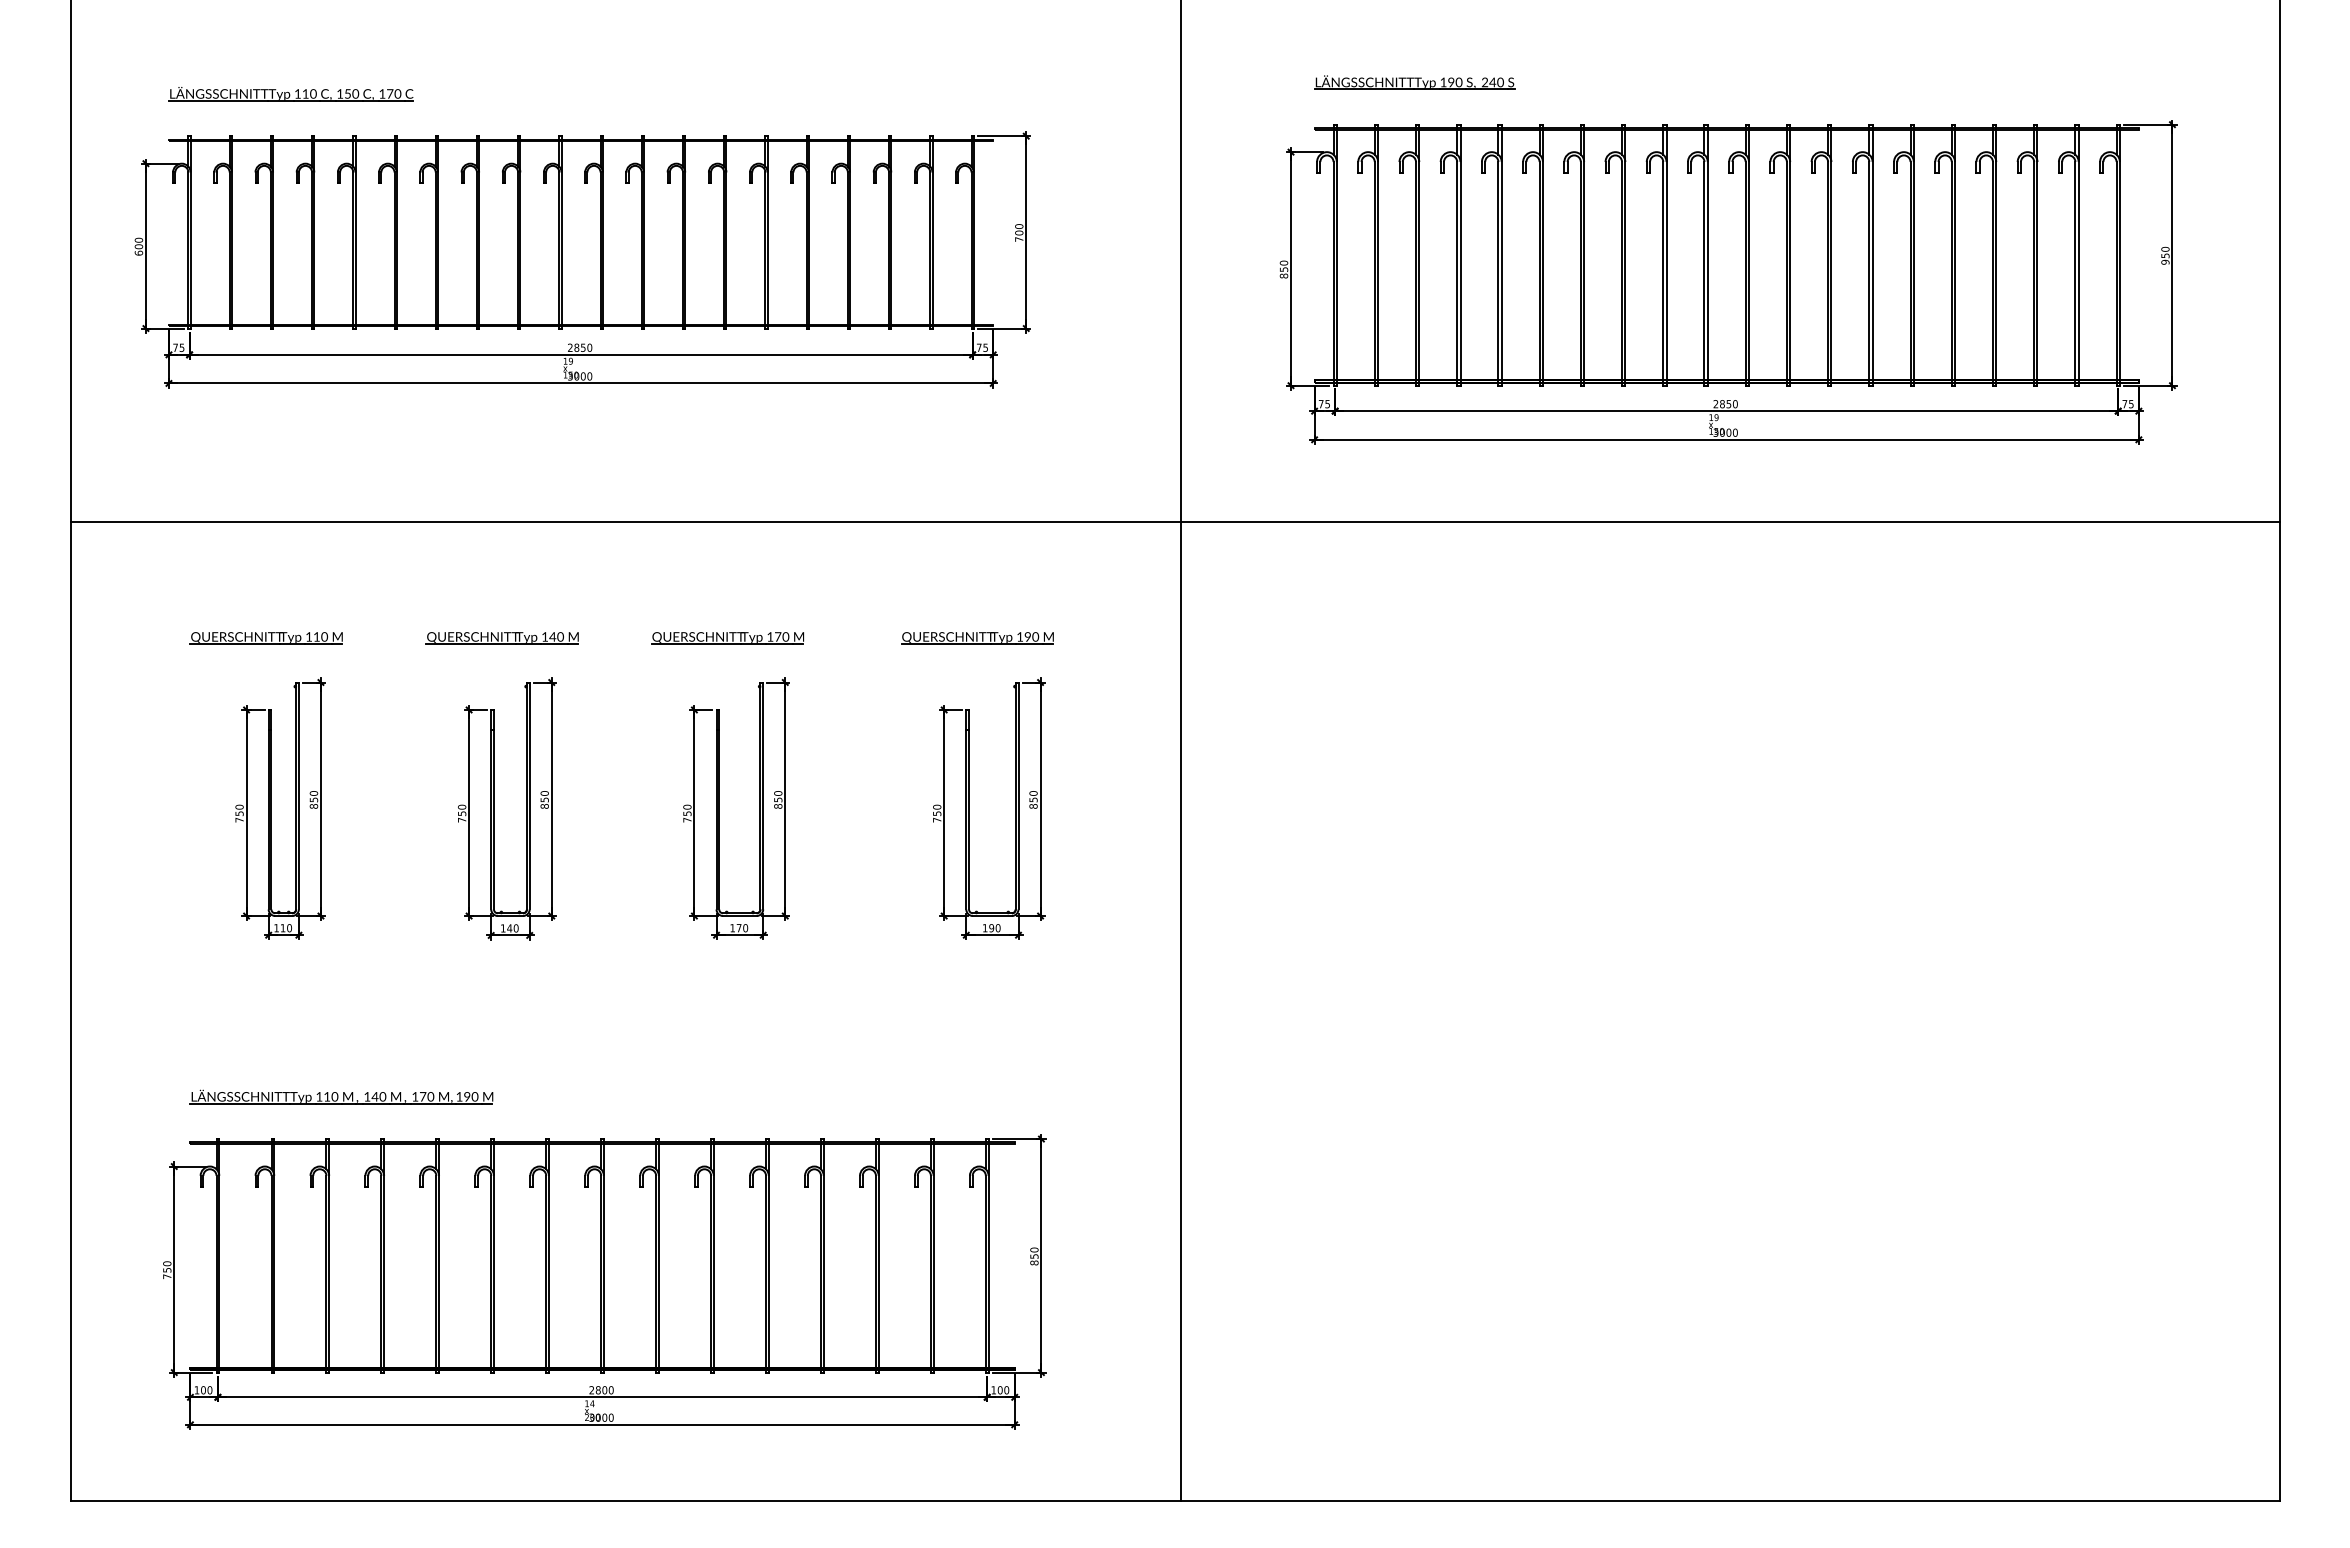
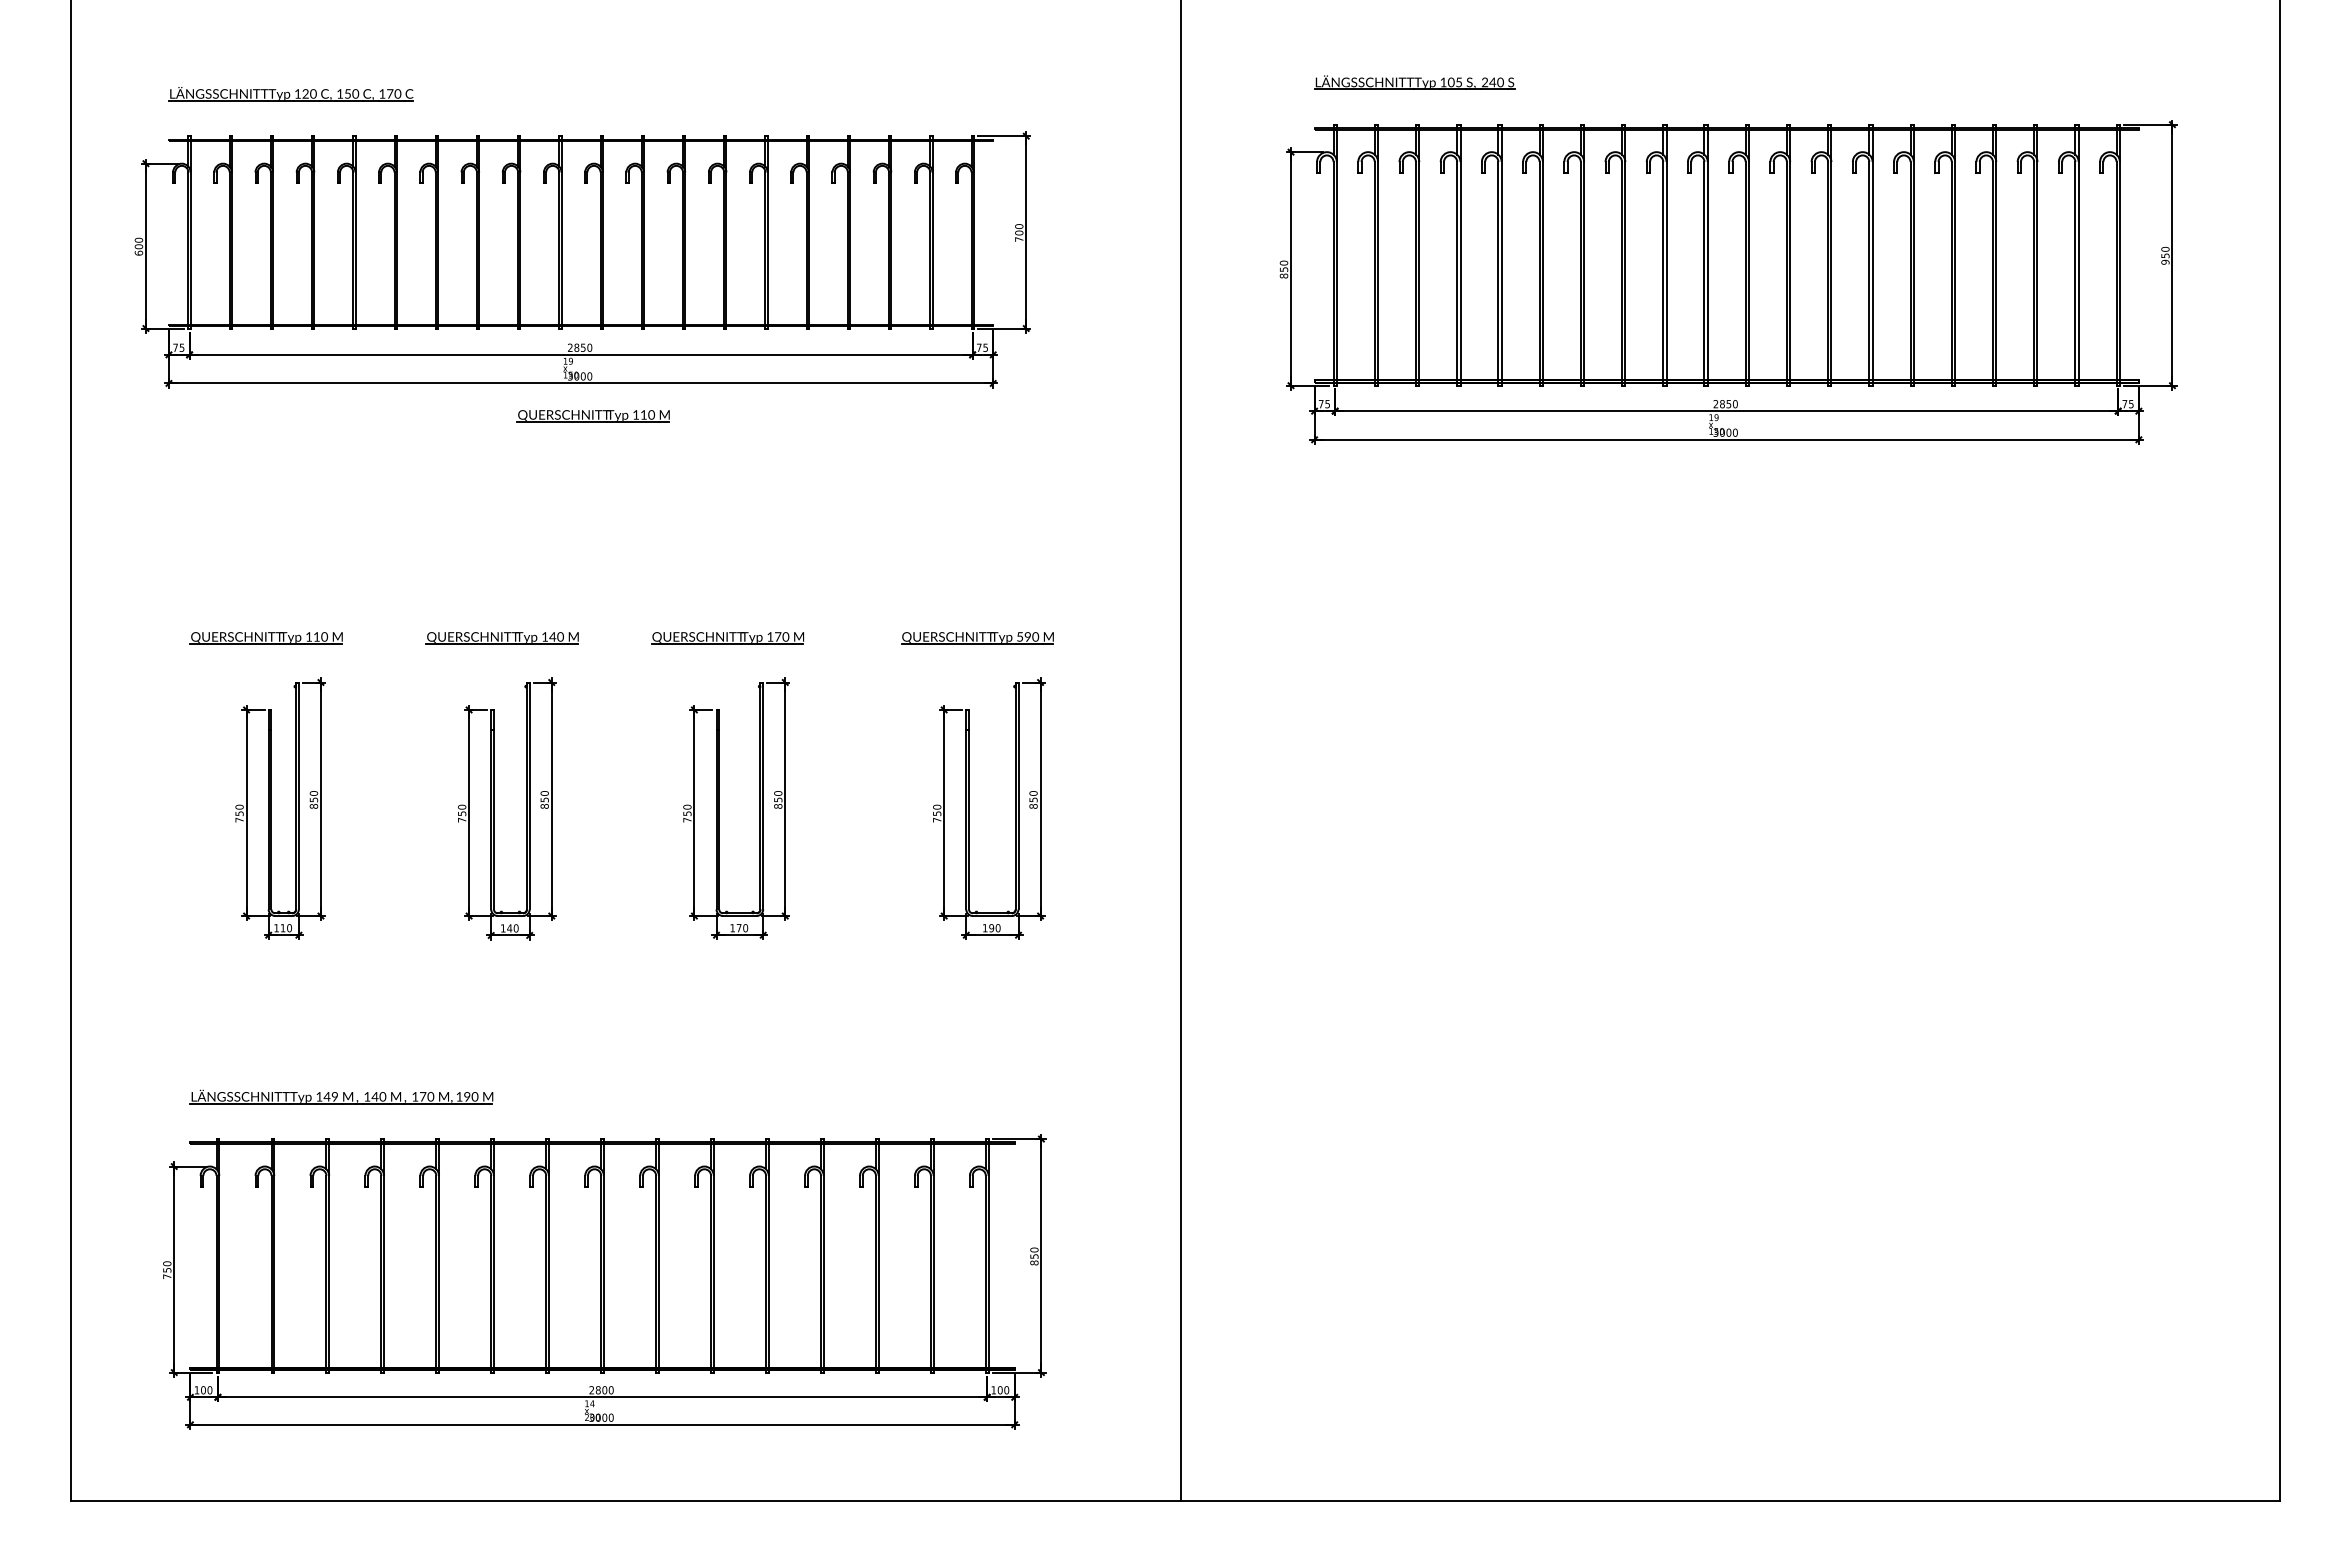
text at (1454, 82): 190 -> 105
text at (305, 93): 110 -> 120
part at (592, 416): none -> present
line at (1174, 521): present -> none
text at (1020, 636): 190 -> 590
text at (330, 1096): 110 -> 149
